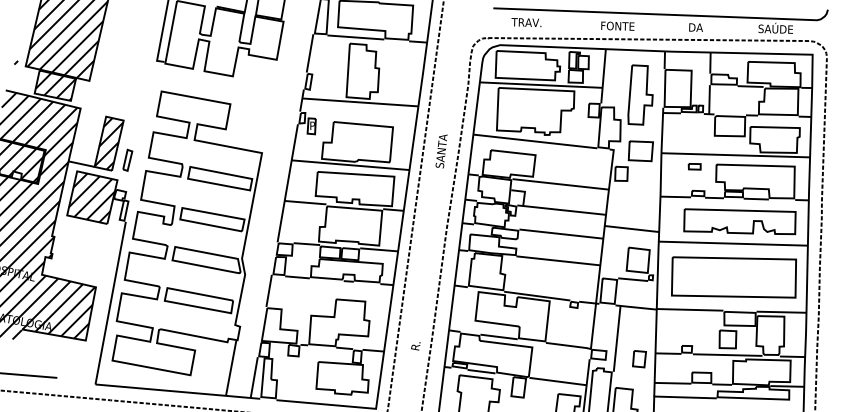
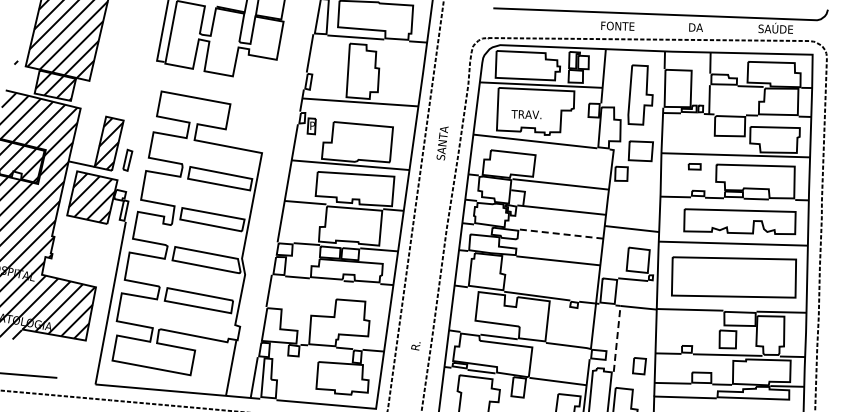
text at (526, 22) position: (526, 22) -> (526, 114)
text at (441, 151) position: (441, 151) -> (442, 143)
line at (560, 234): solid -> dashed
line at (617, 335): solid -> dashed
part at (639, 359) position: (639, 359) -> (639, 366)
